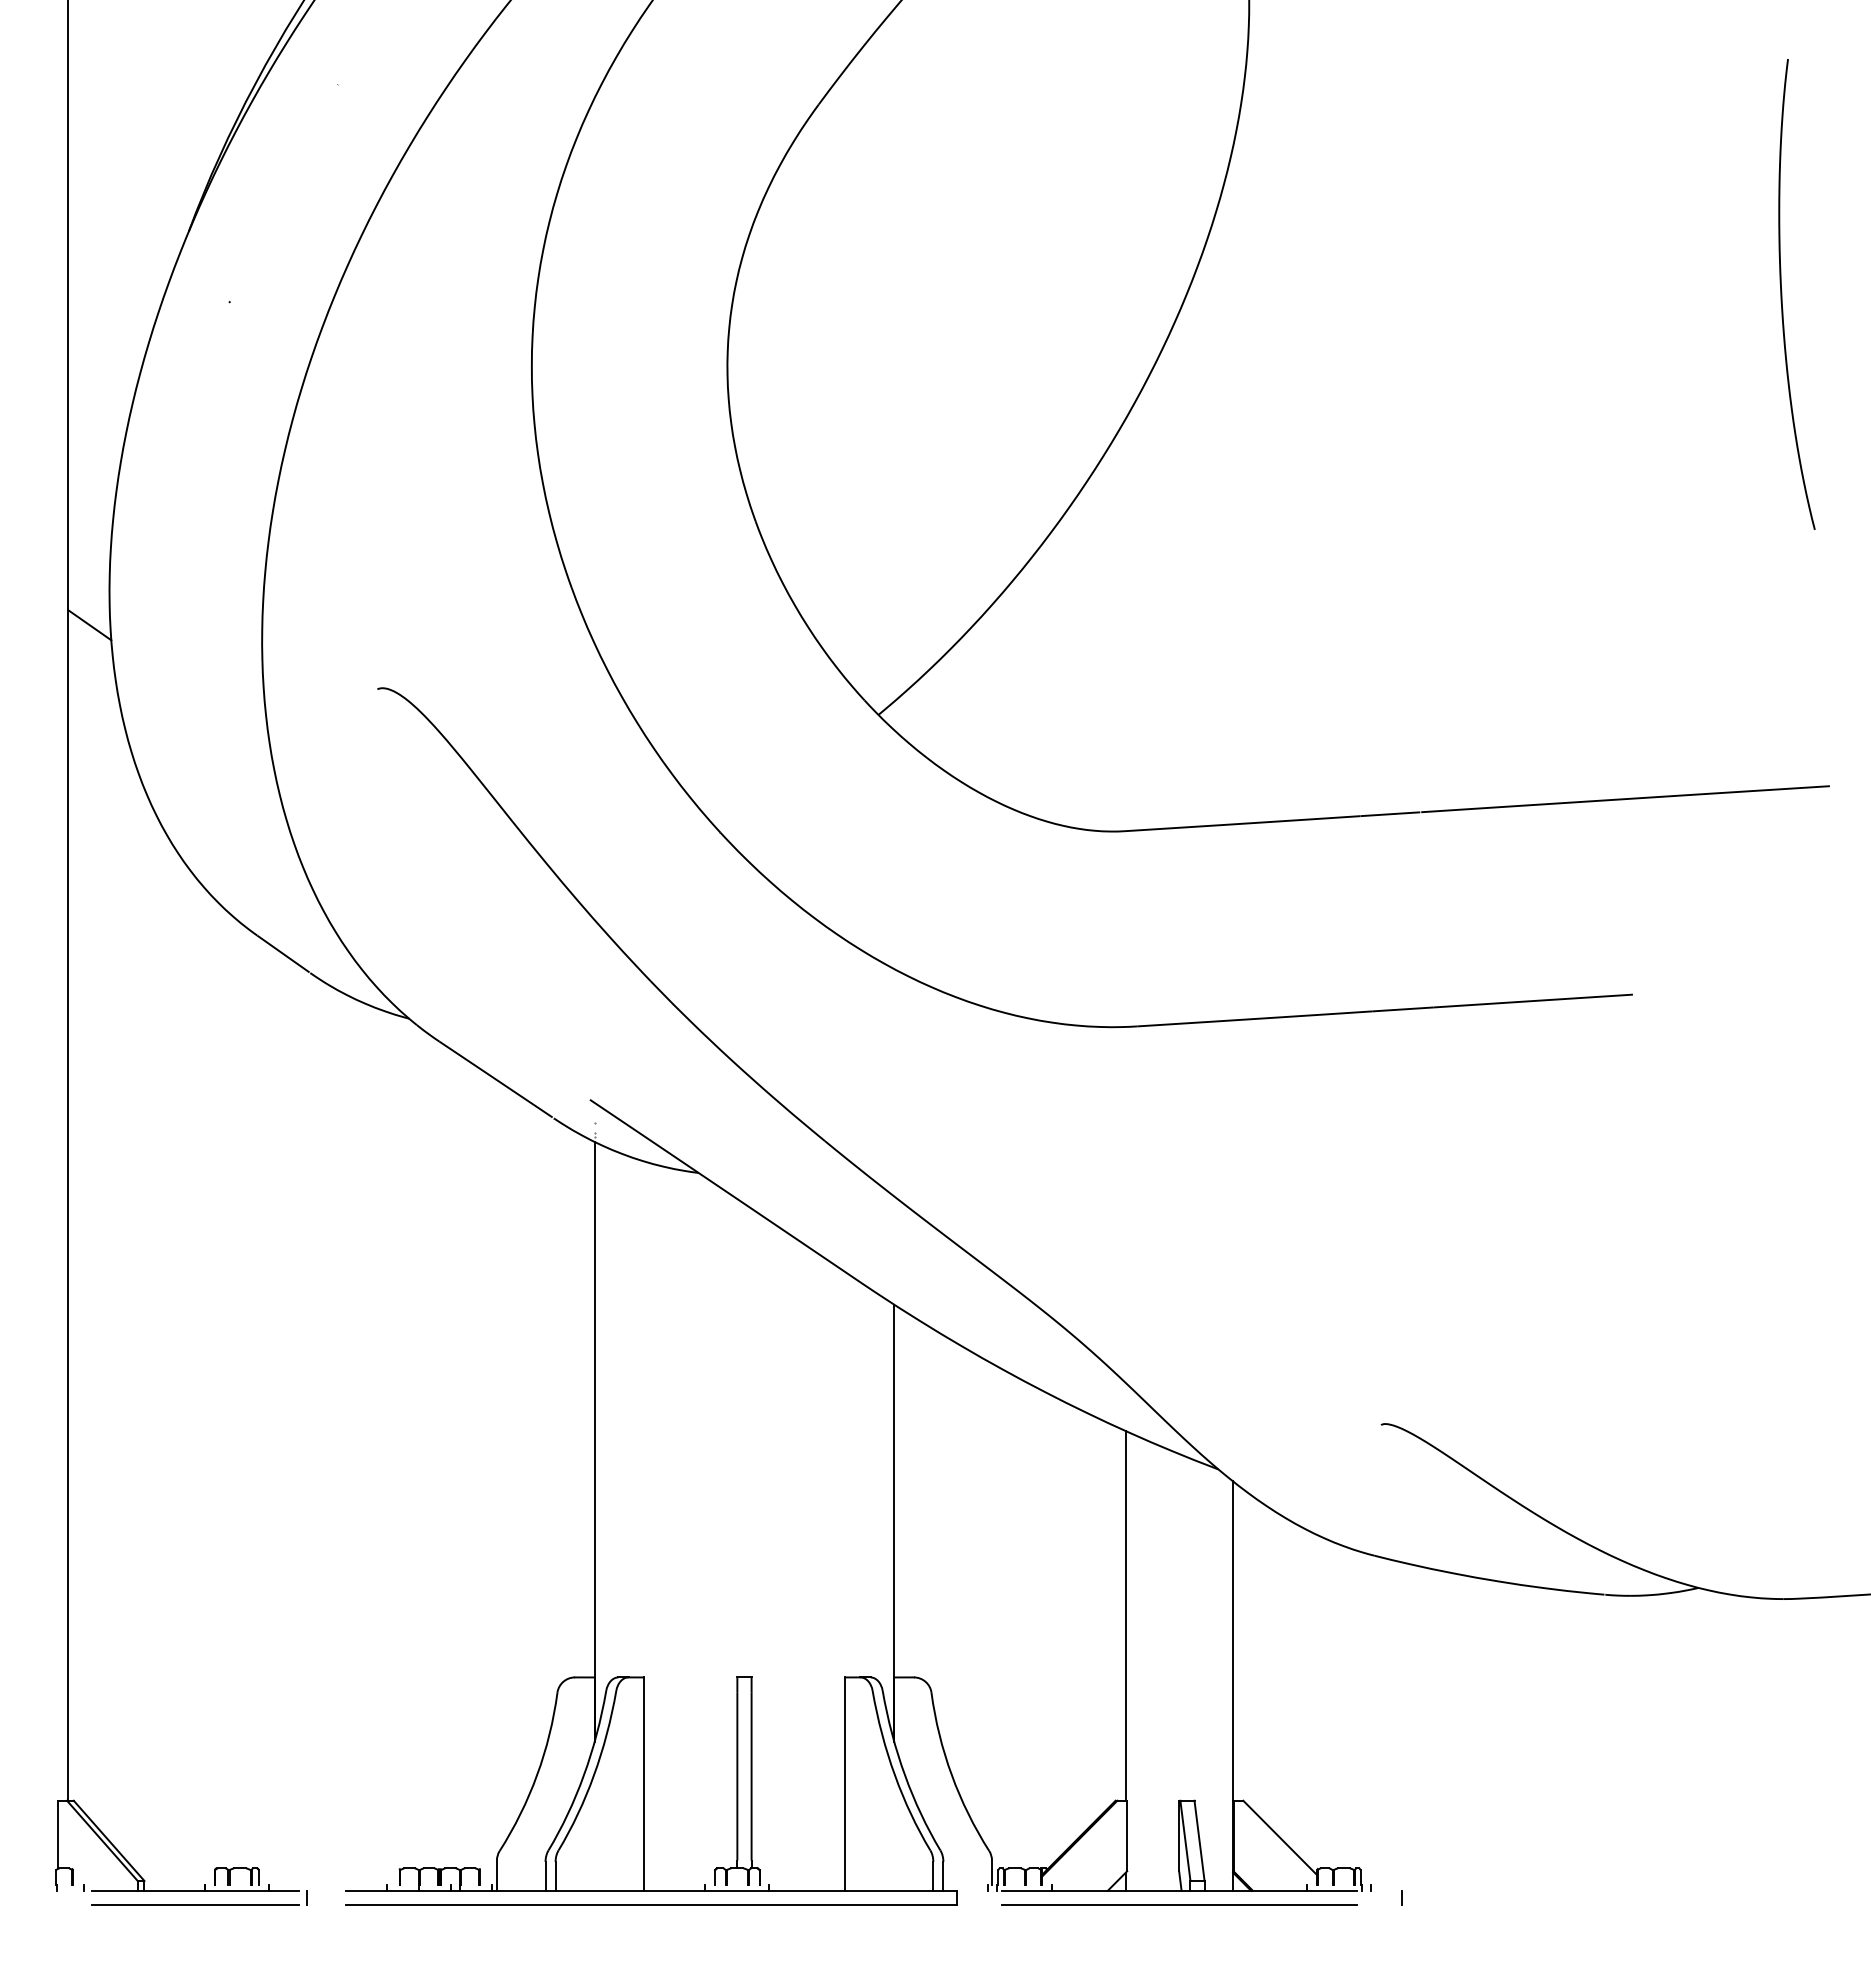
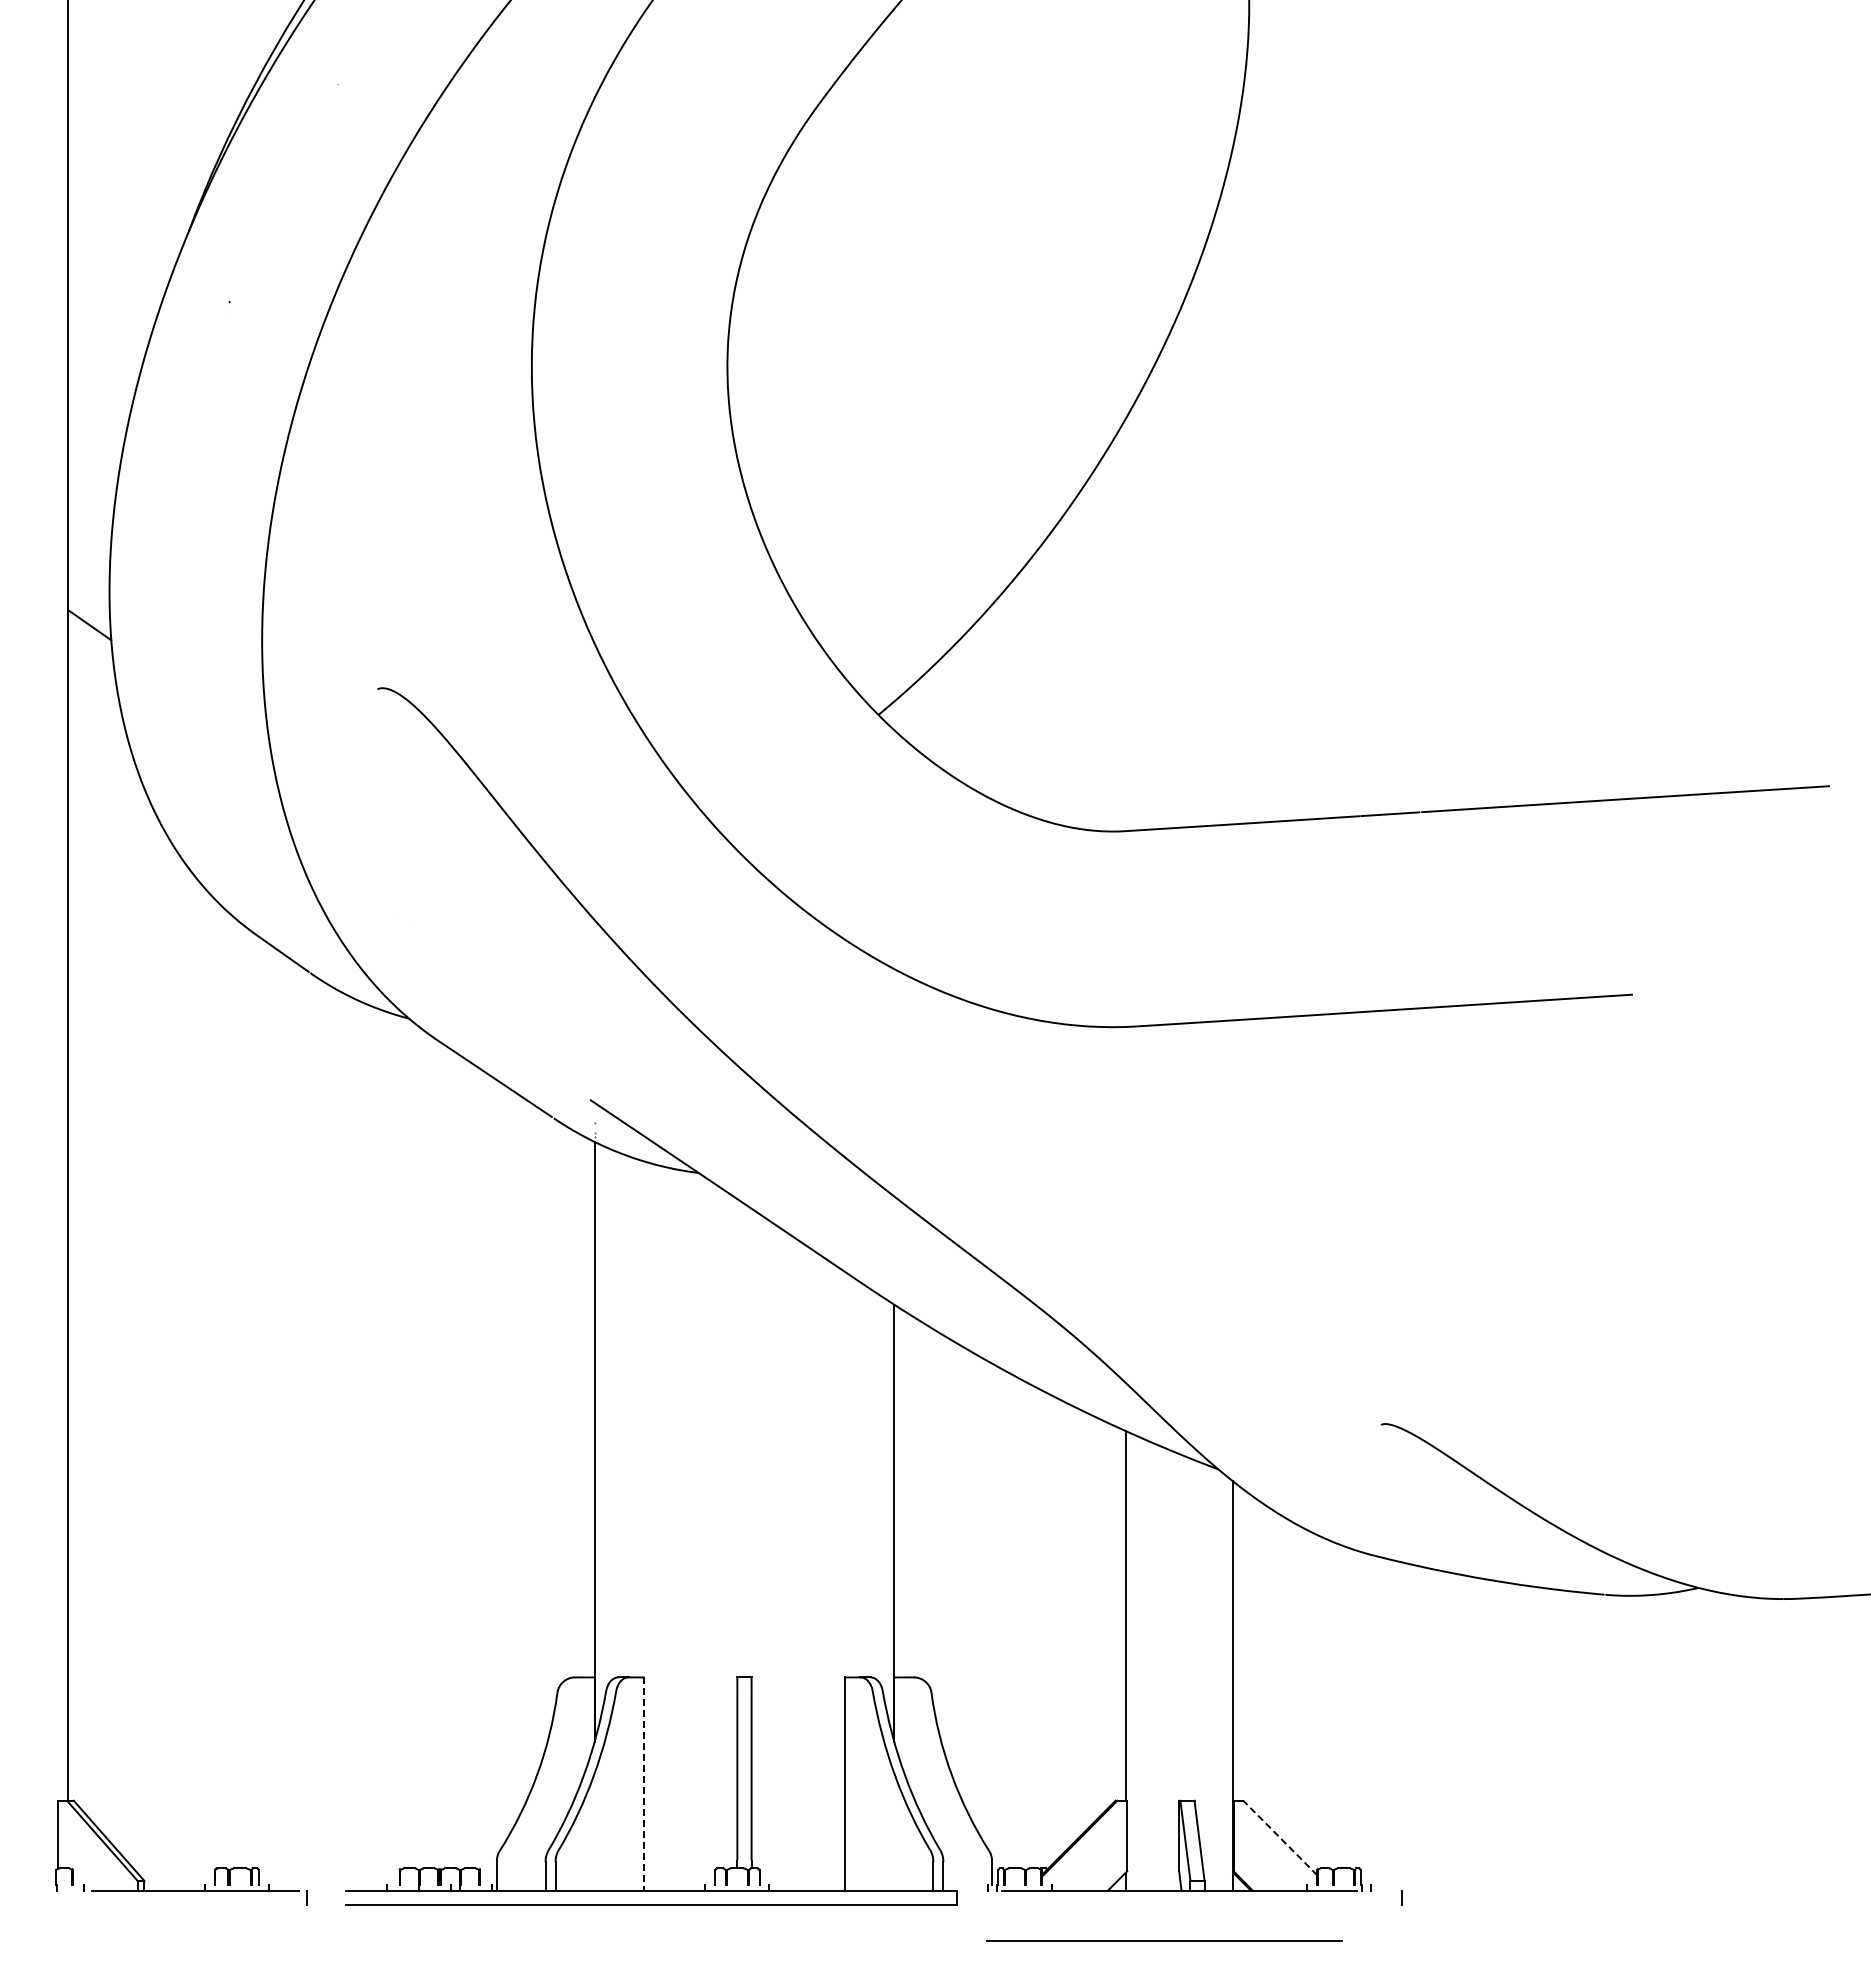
curve at (1782, 294): present -> none
line at (643, 1784): solid -> dashed
line at (1279, 1837): solid -> dashed
line at (1179, 1904) position: (1179, 1904) -> (1164, 1940)
line at (195, 1905): present -> none
